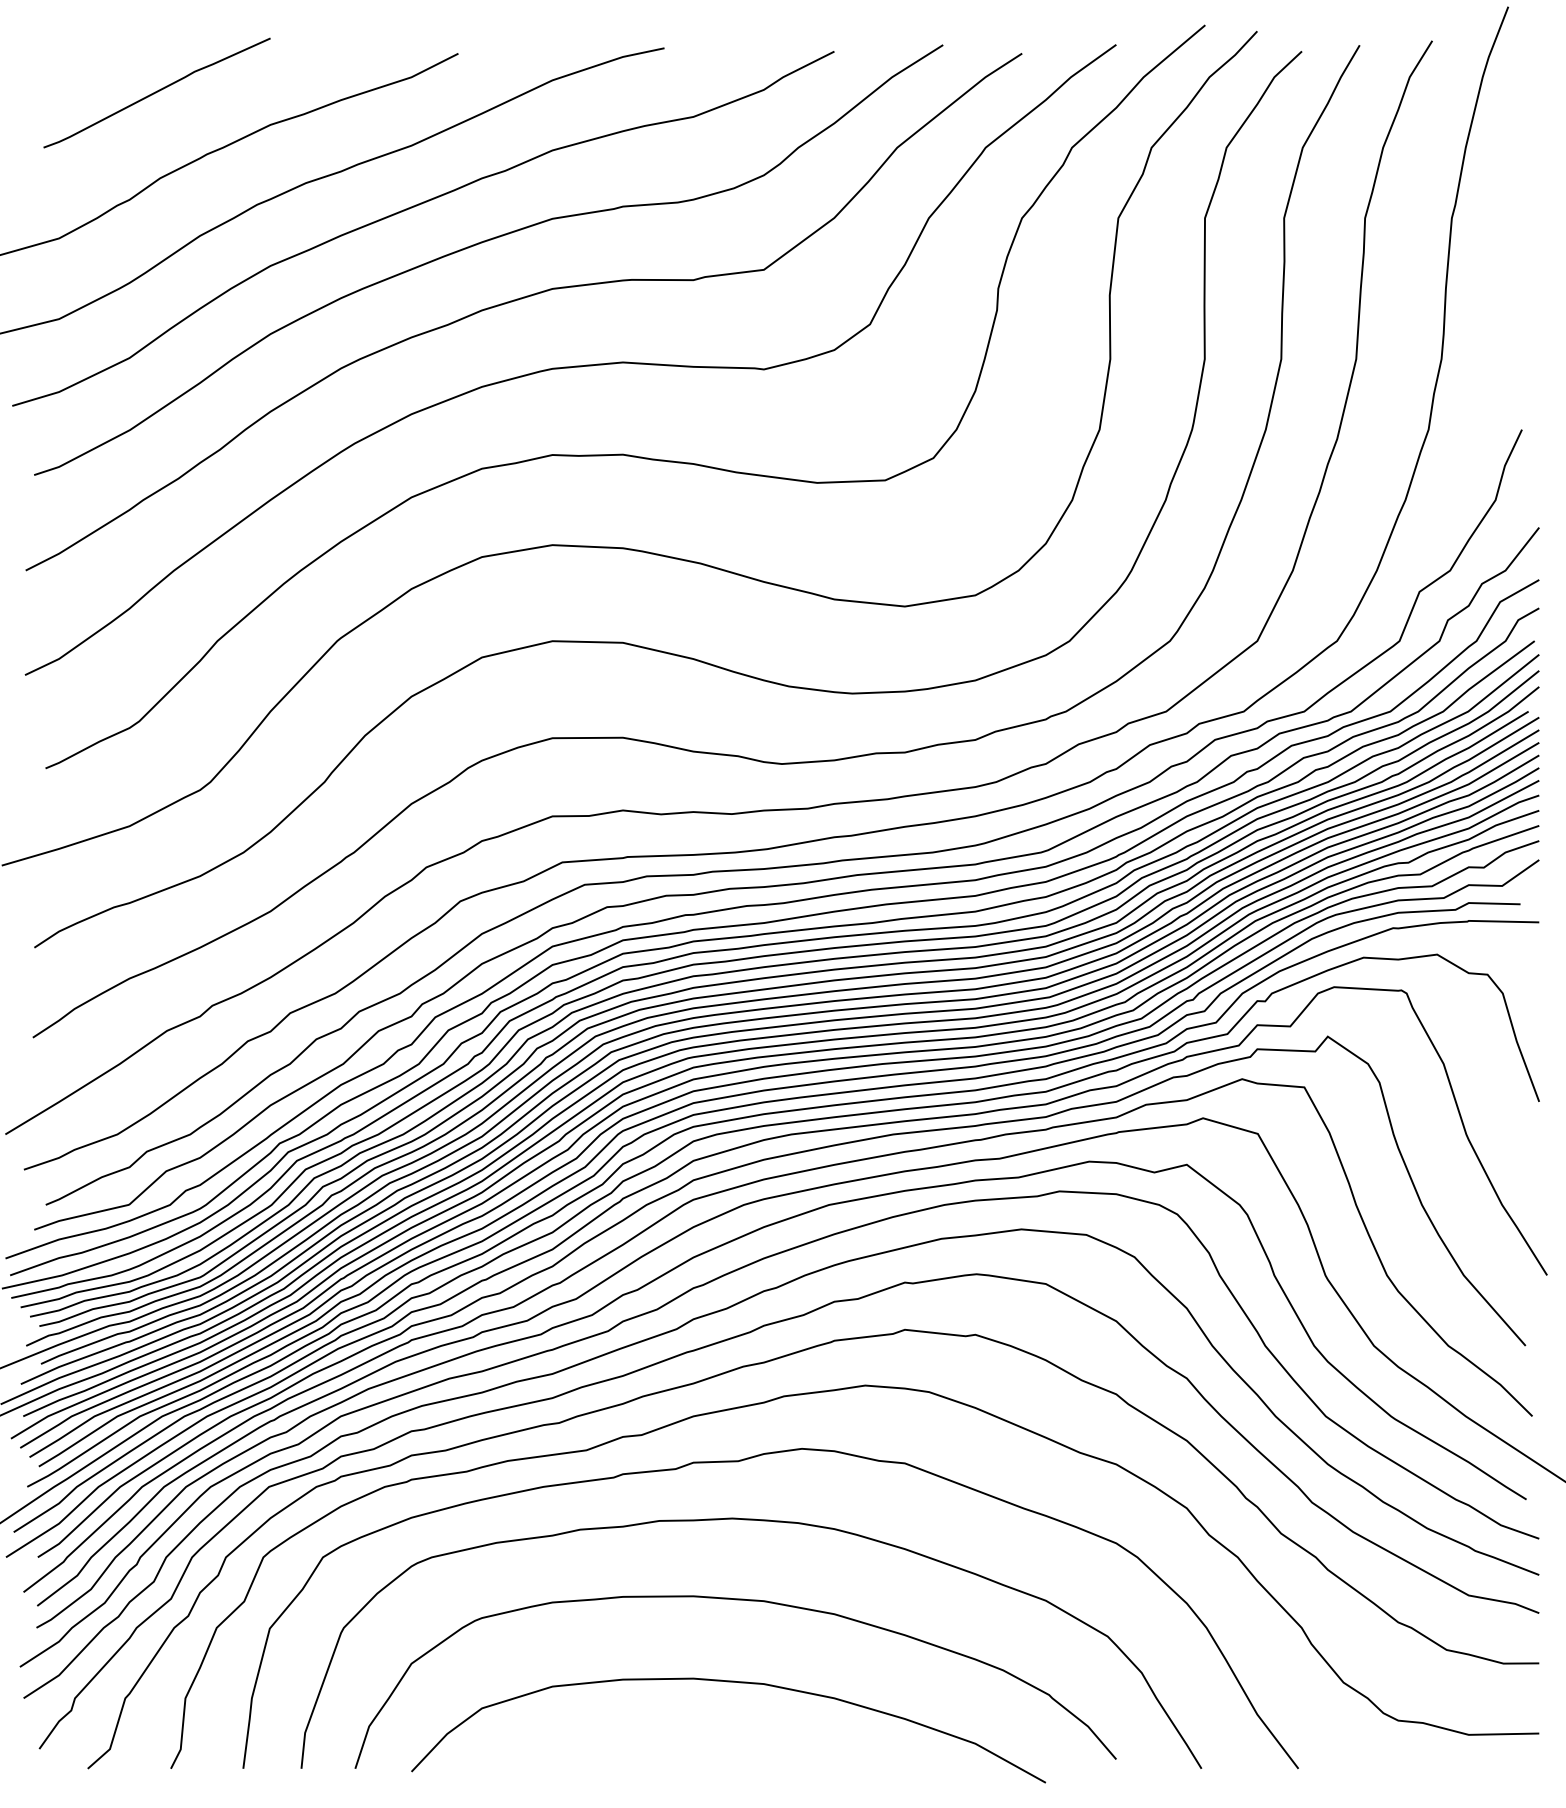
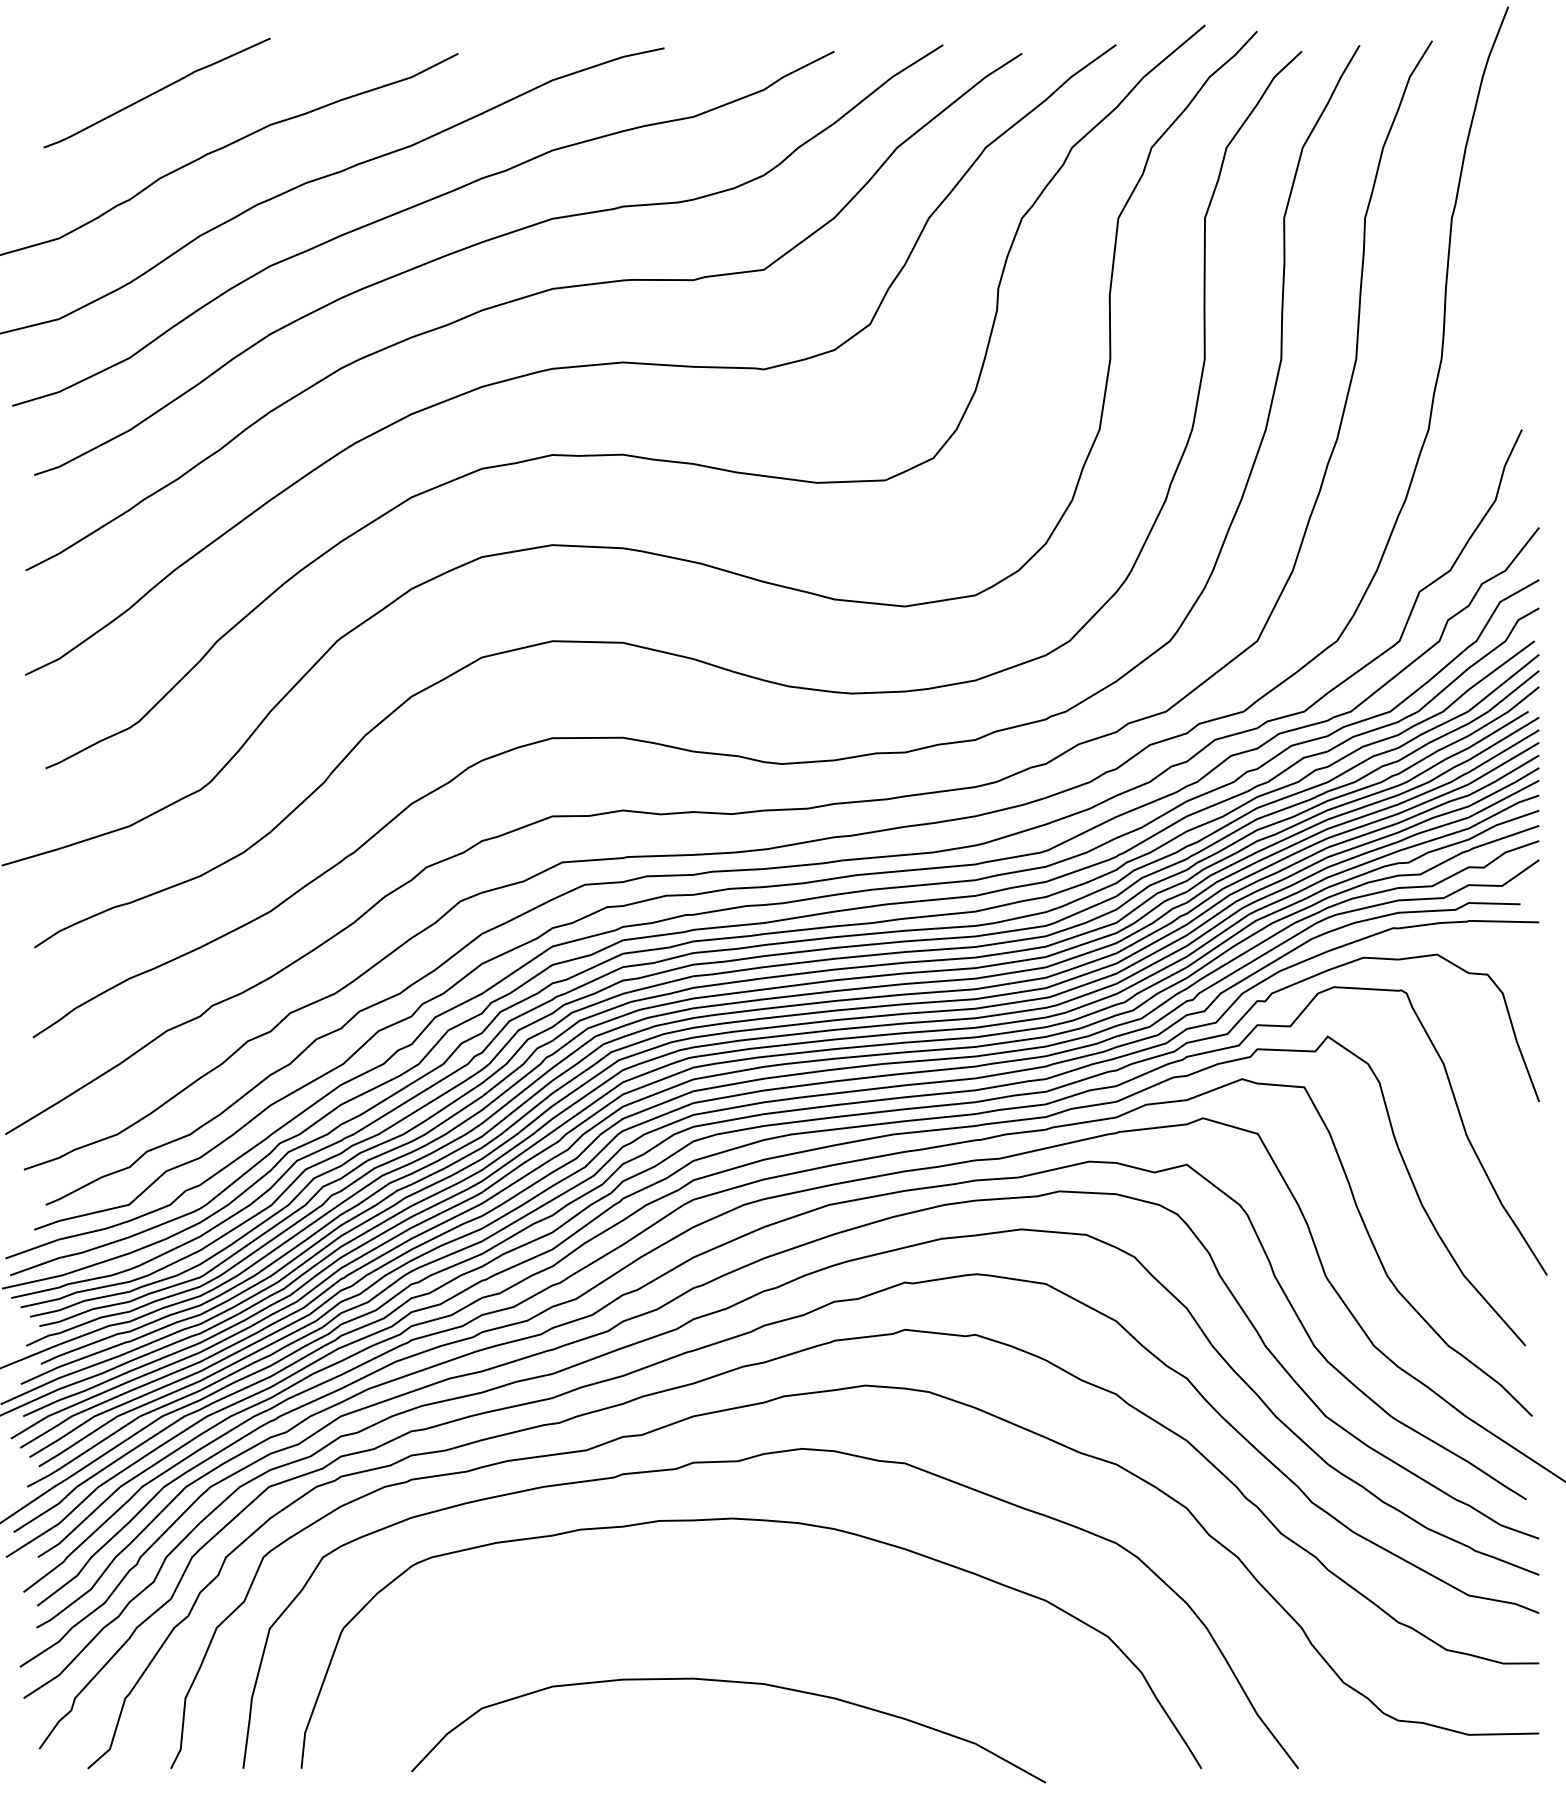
curve at (735, 1600): present -> none
